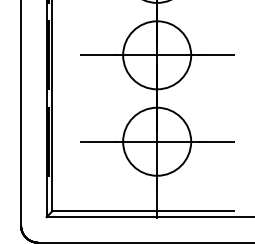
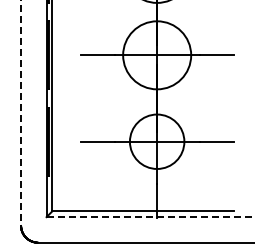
line at (21, 113): solid -> dashed
circle at (157, 141) diameter: 68 px -> 54 px
line at (150, 217): solid -> dashed
